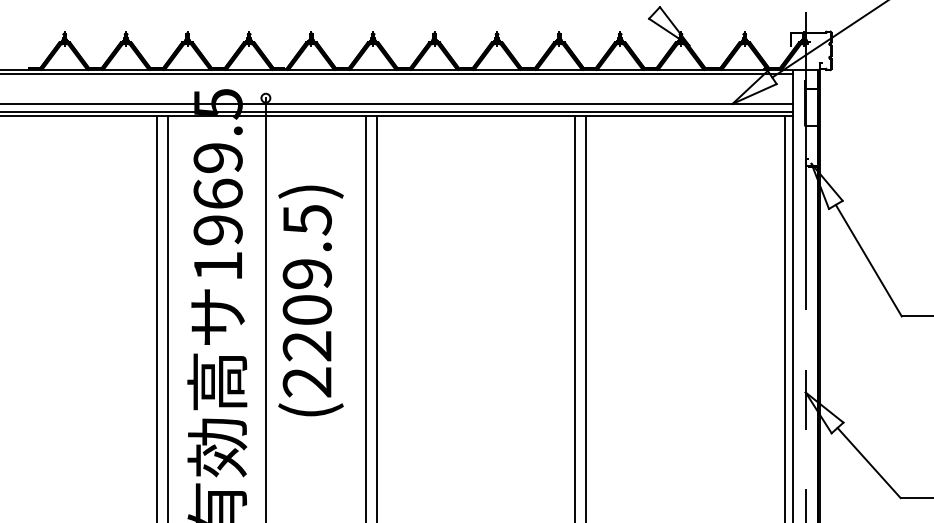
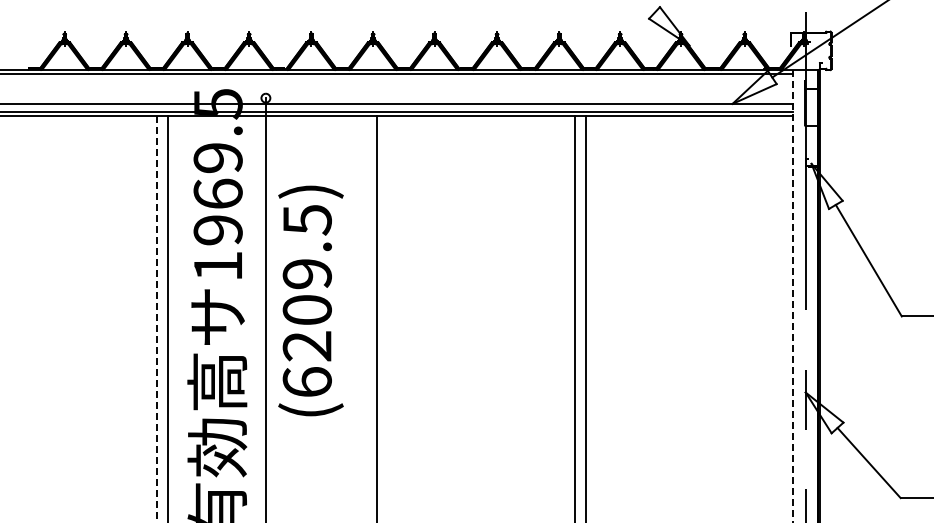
line at (793, 296): solid -> dashed
line at (365, 317): present -> none
line at (784, 317): present -> none
line at (156, 319): solid -> dashed
text at (306, 382): (2209.5) -> (6209.5)
